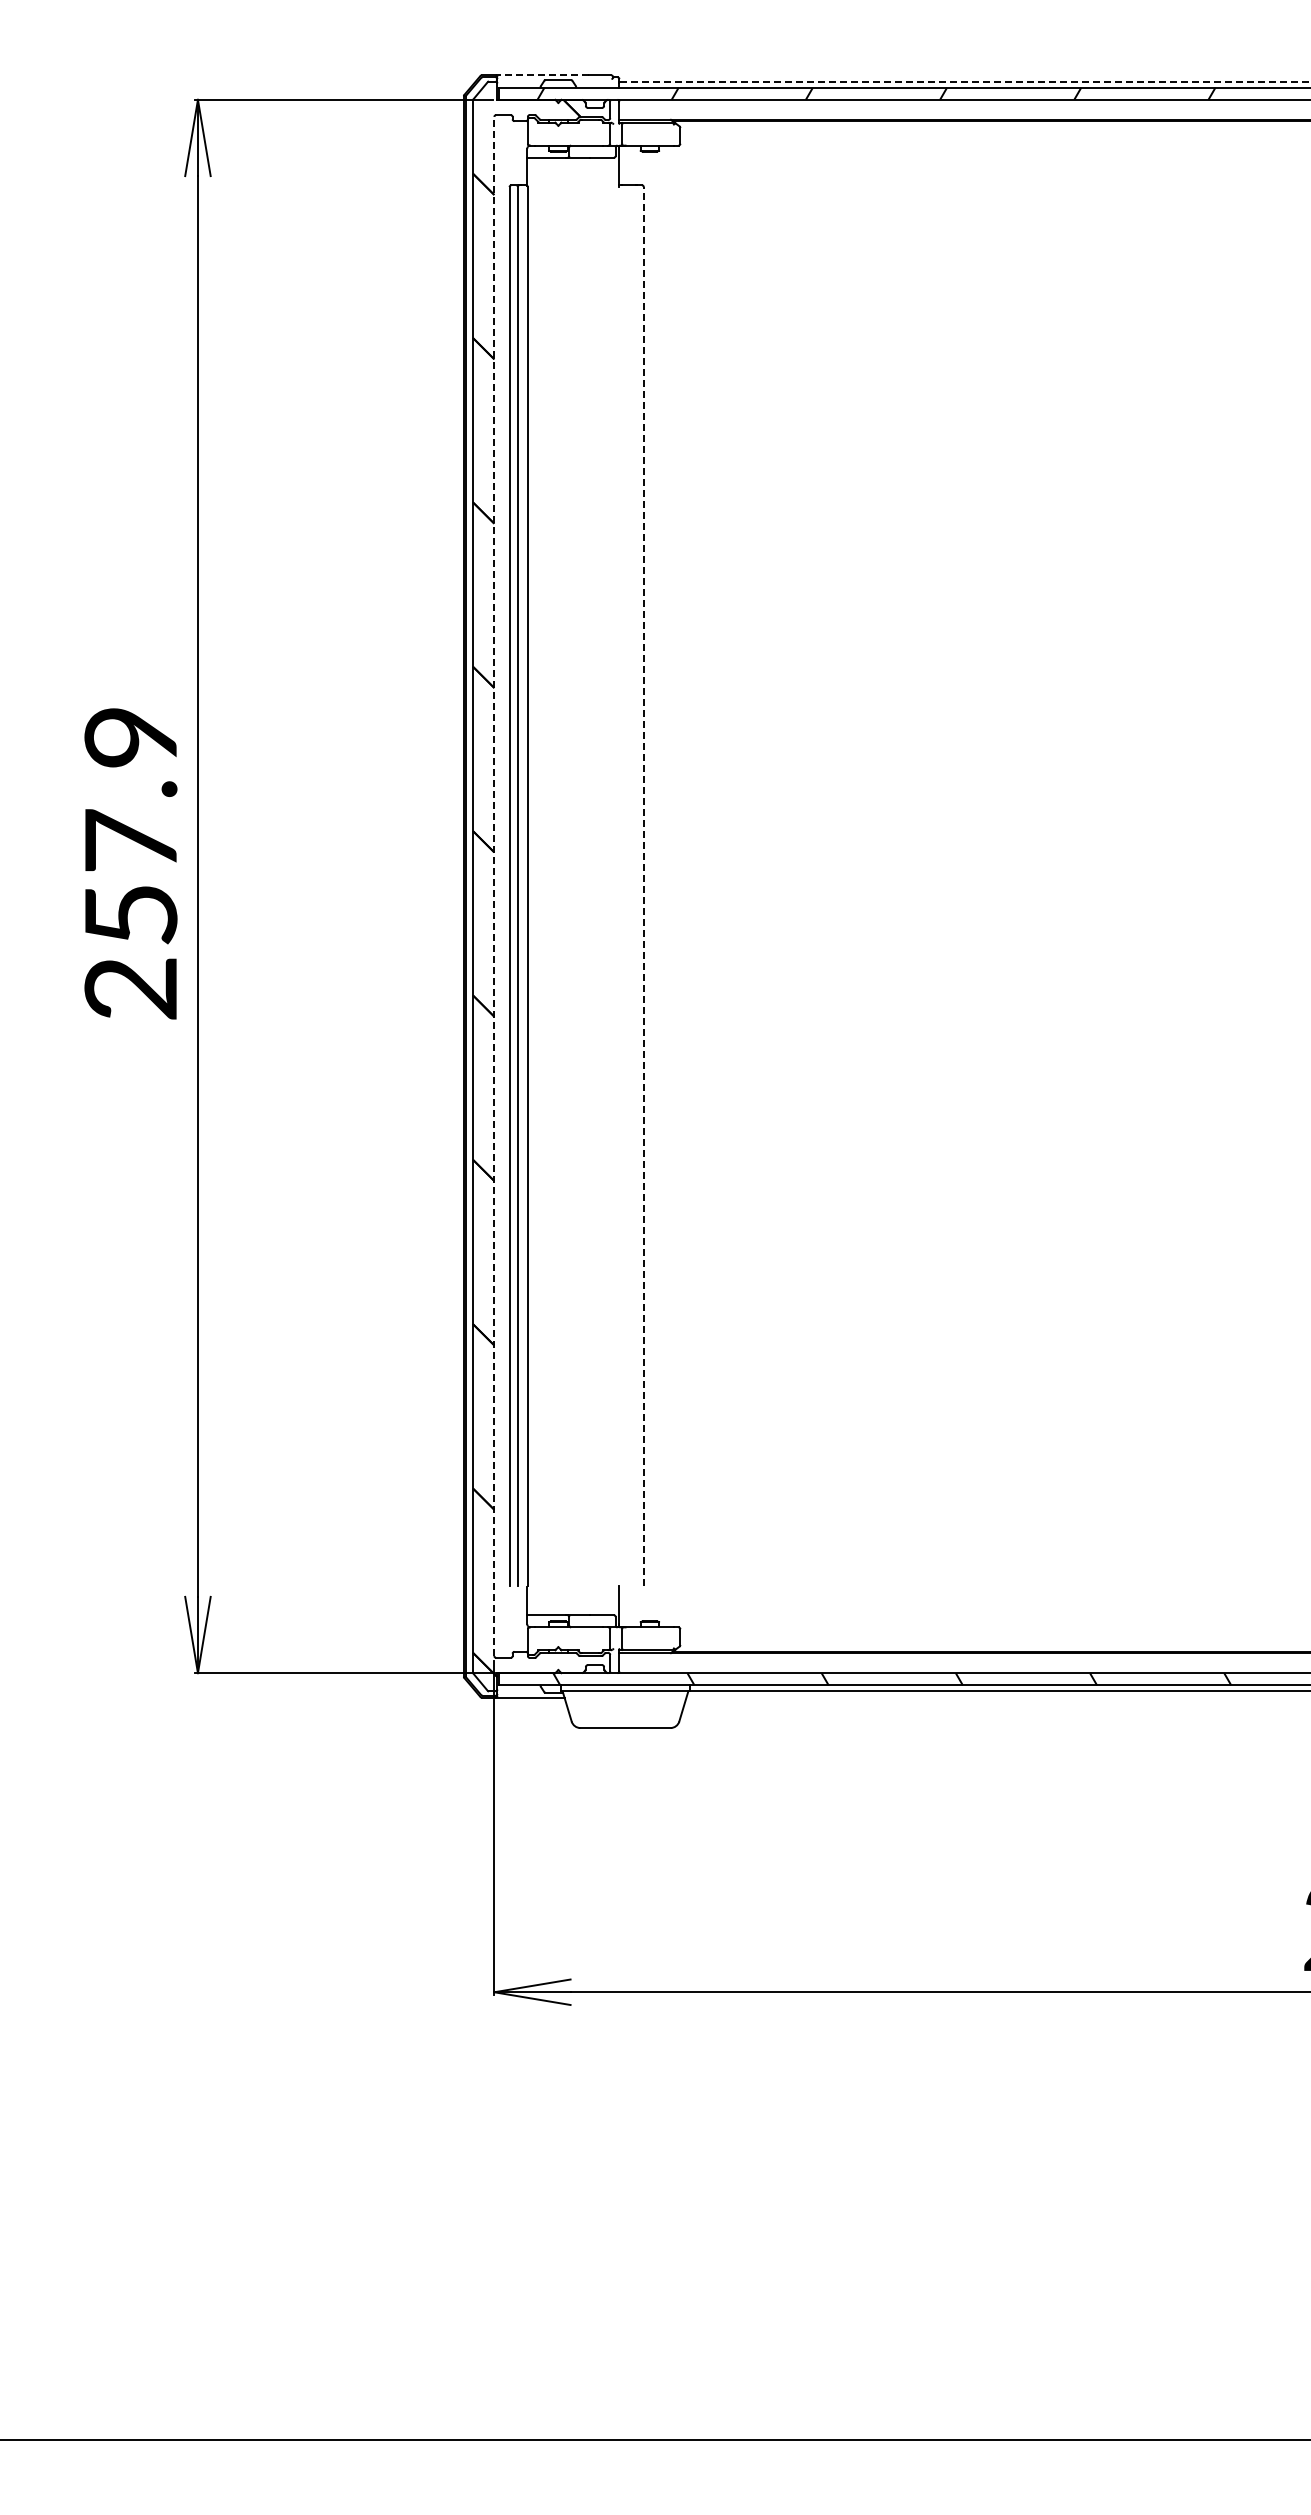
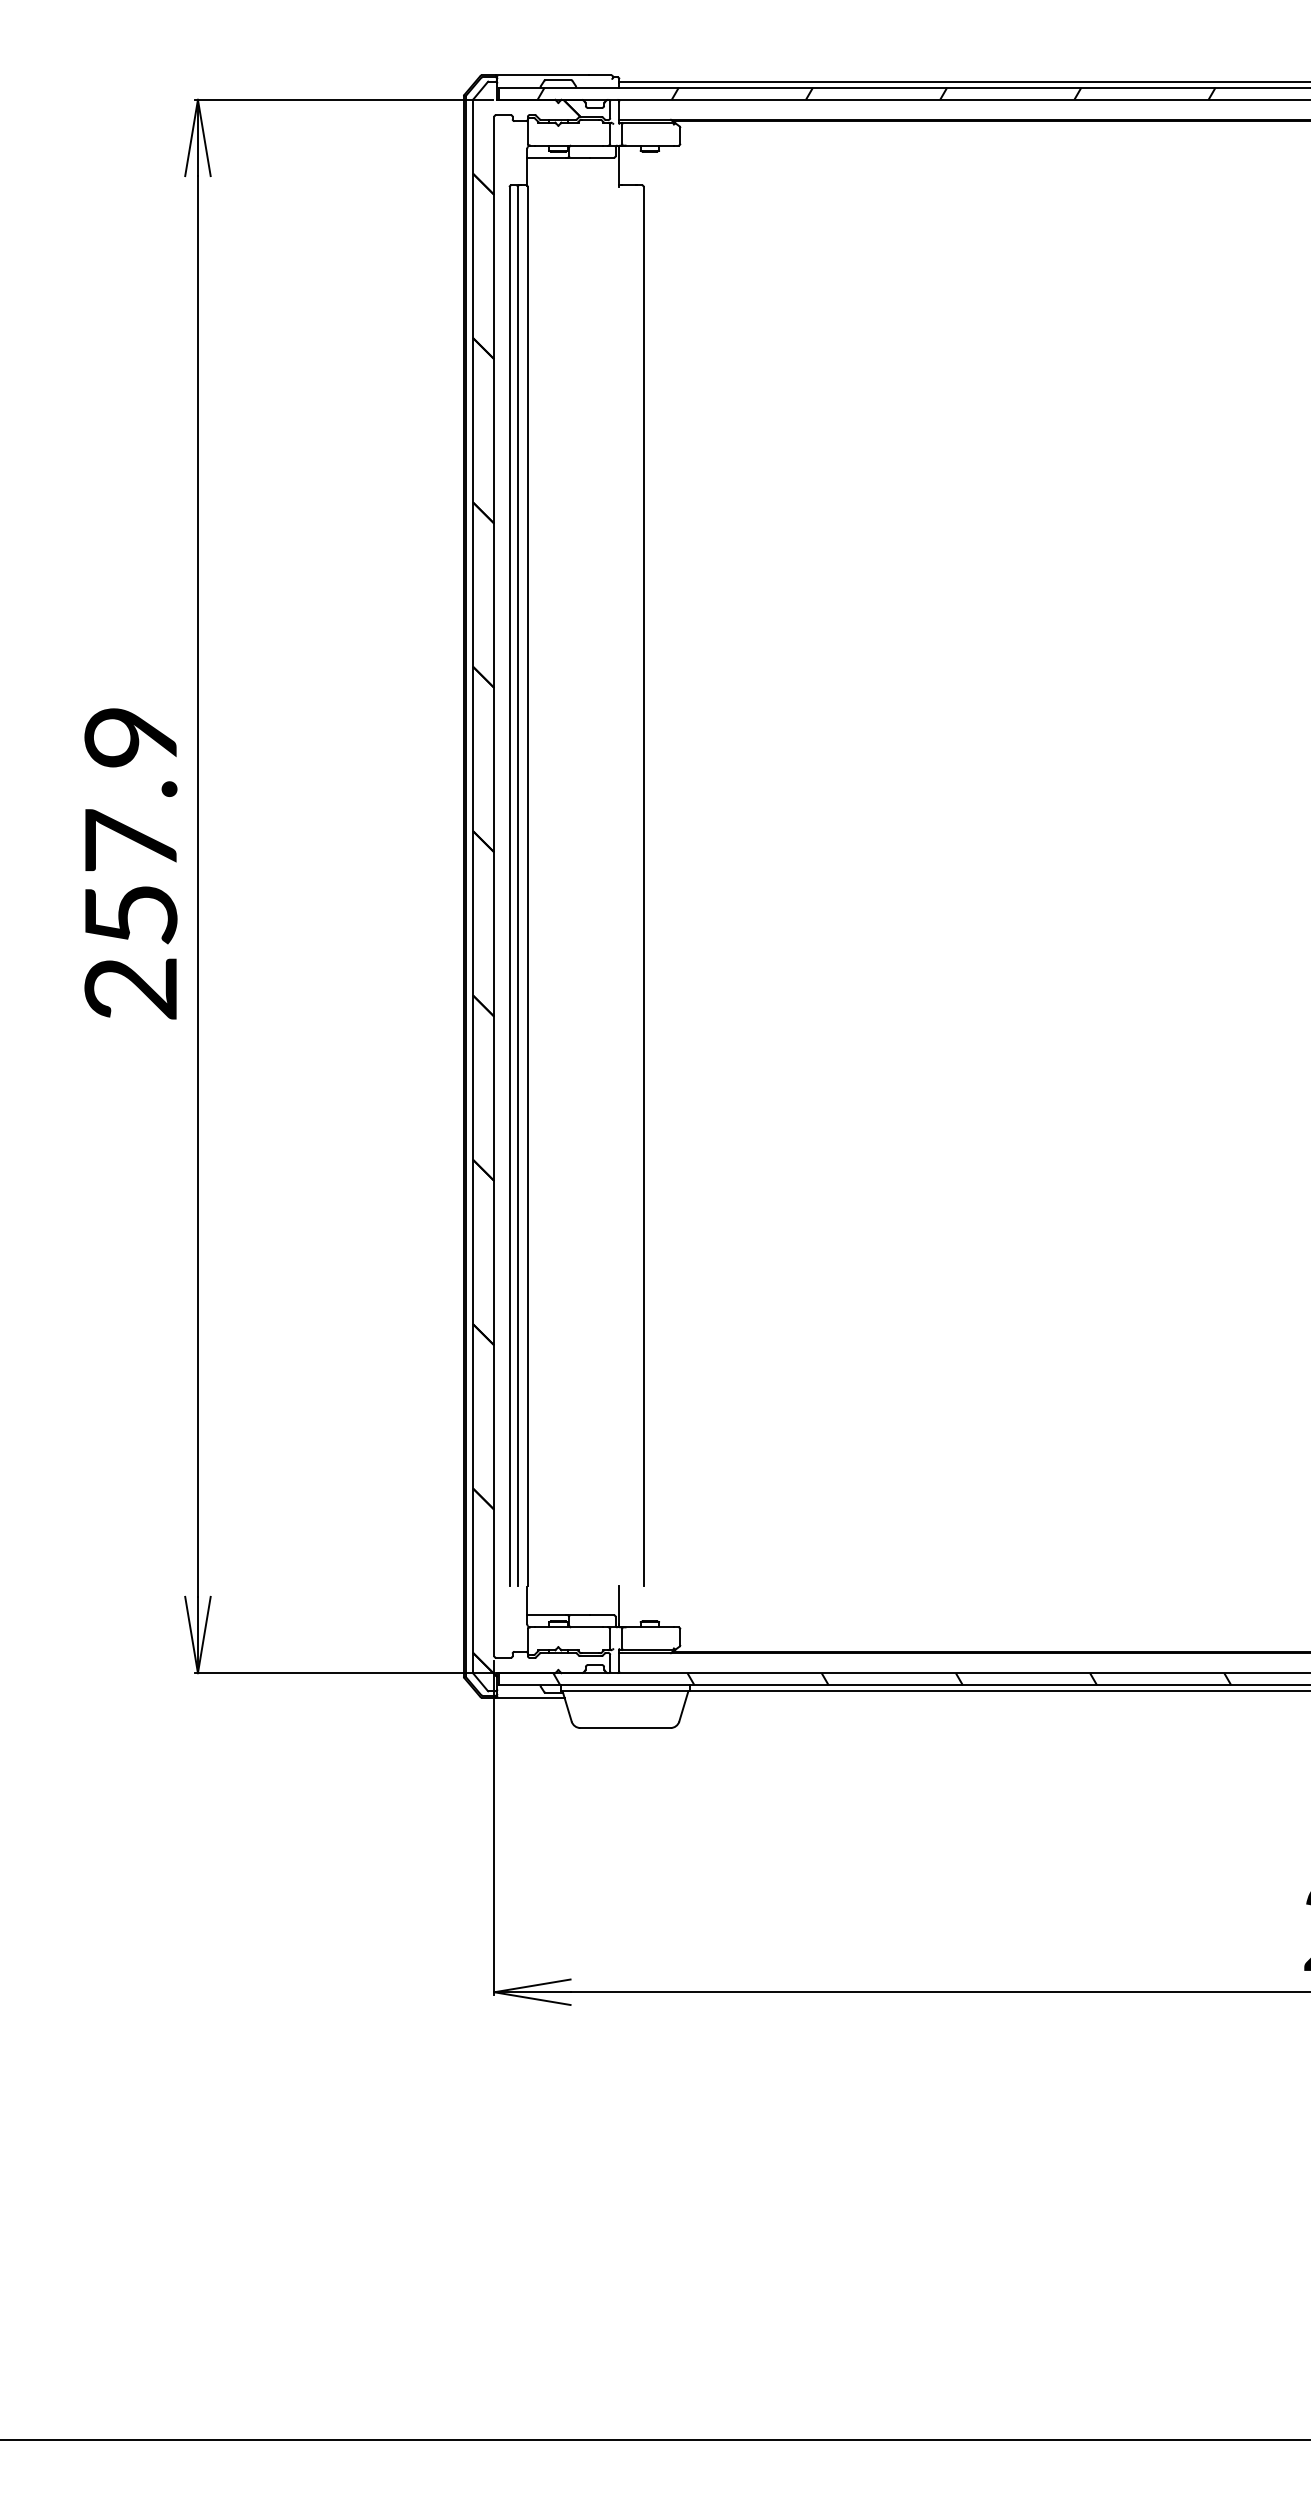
line at (542, 75): dashed -> solid
line at (964, 81): dashed -> solid
line at (494, 886): dashed -> solid
line at (643, 886): dashed -> solid
